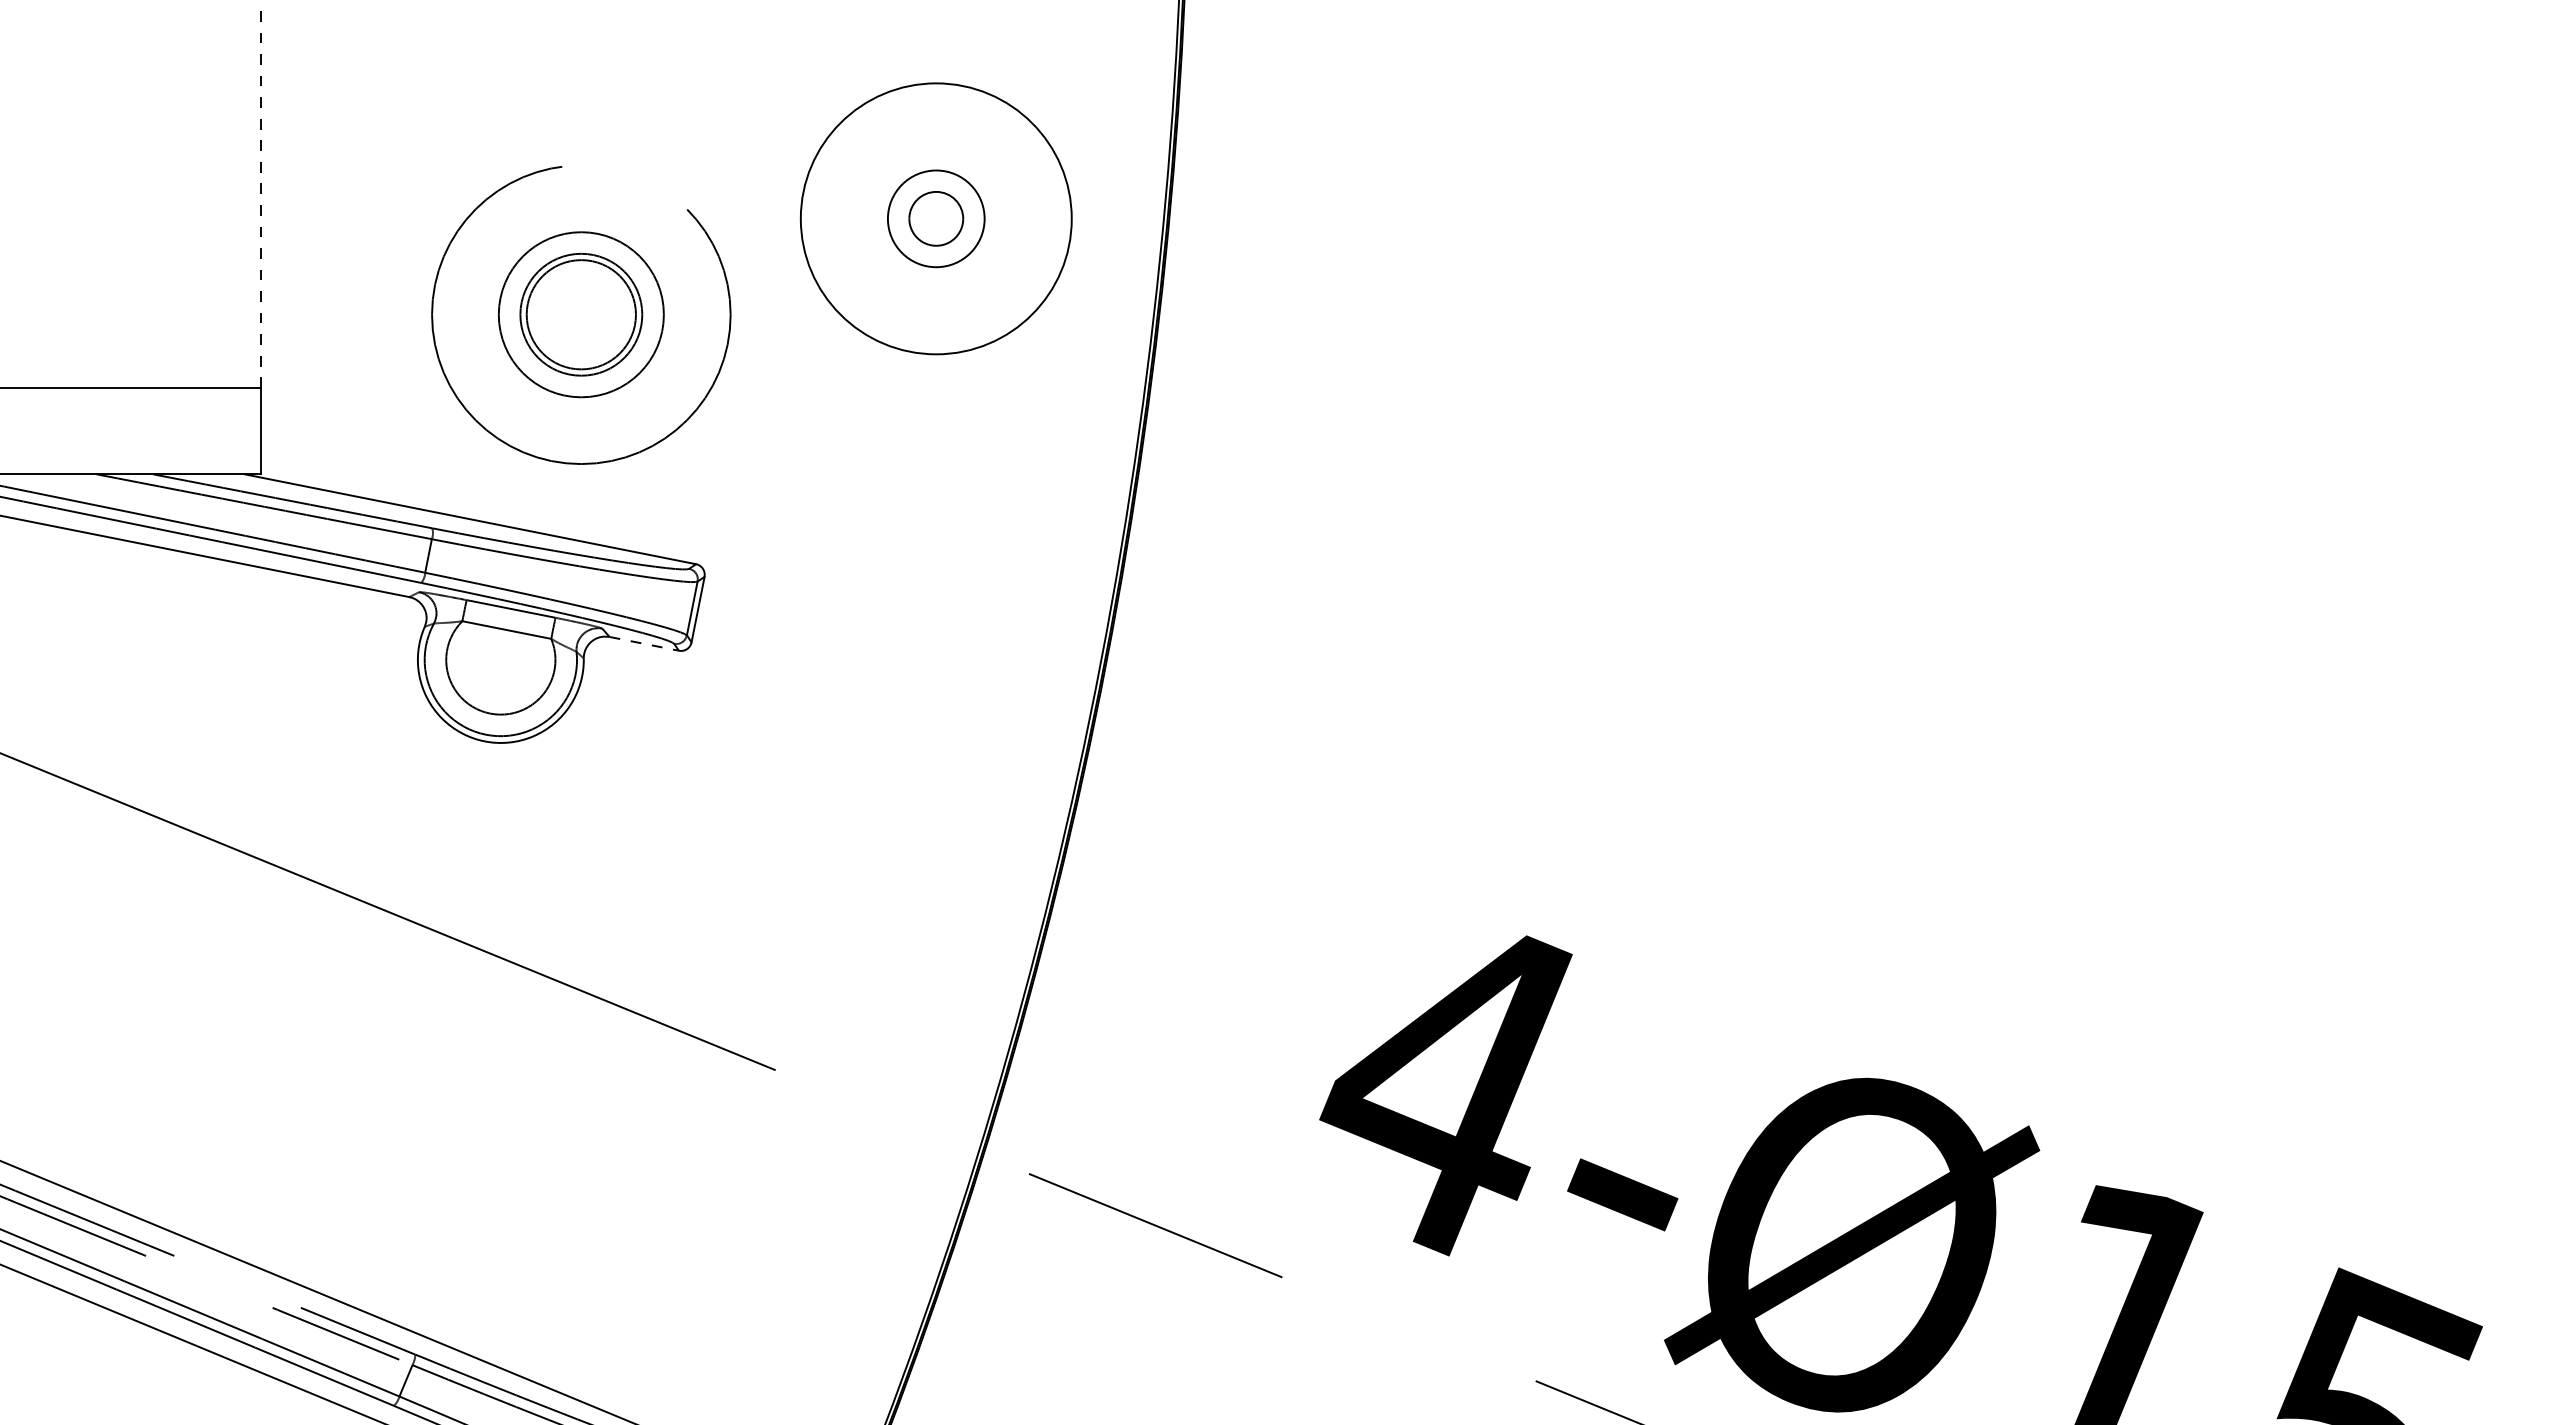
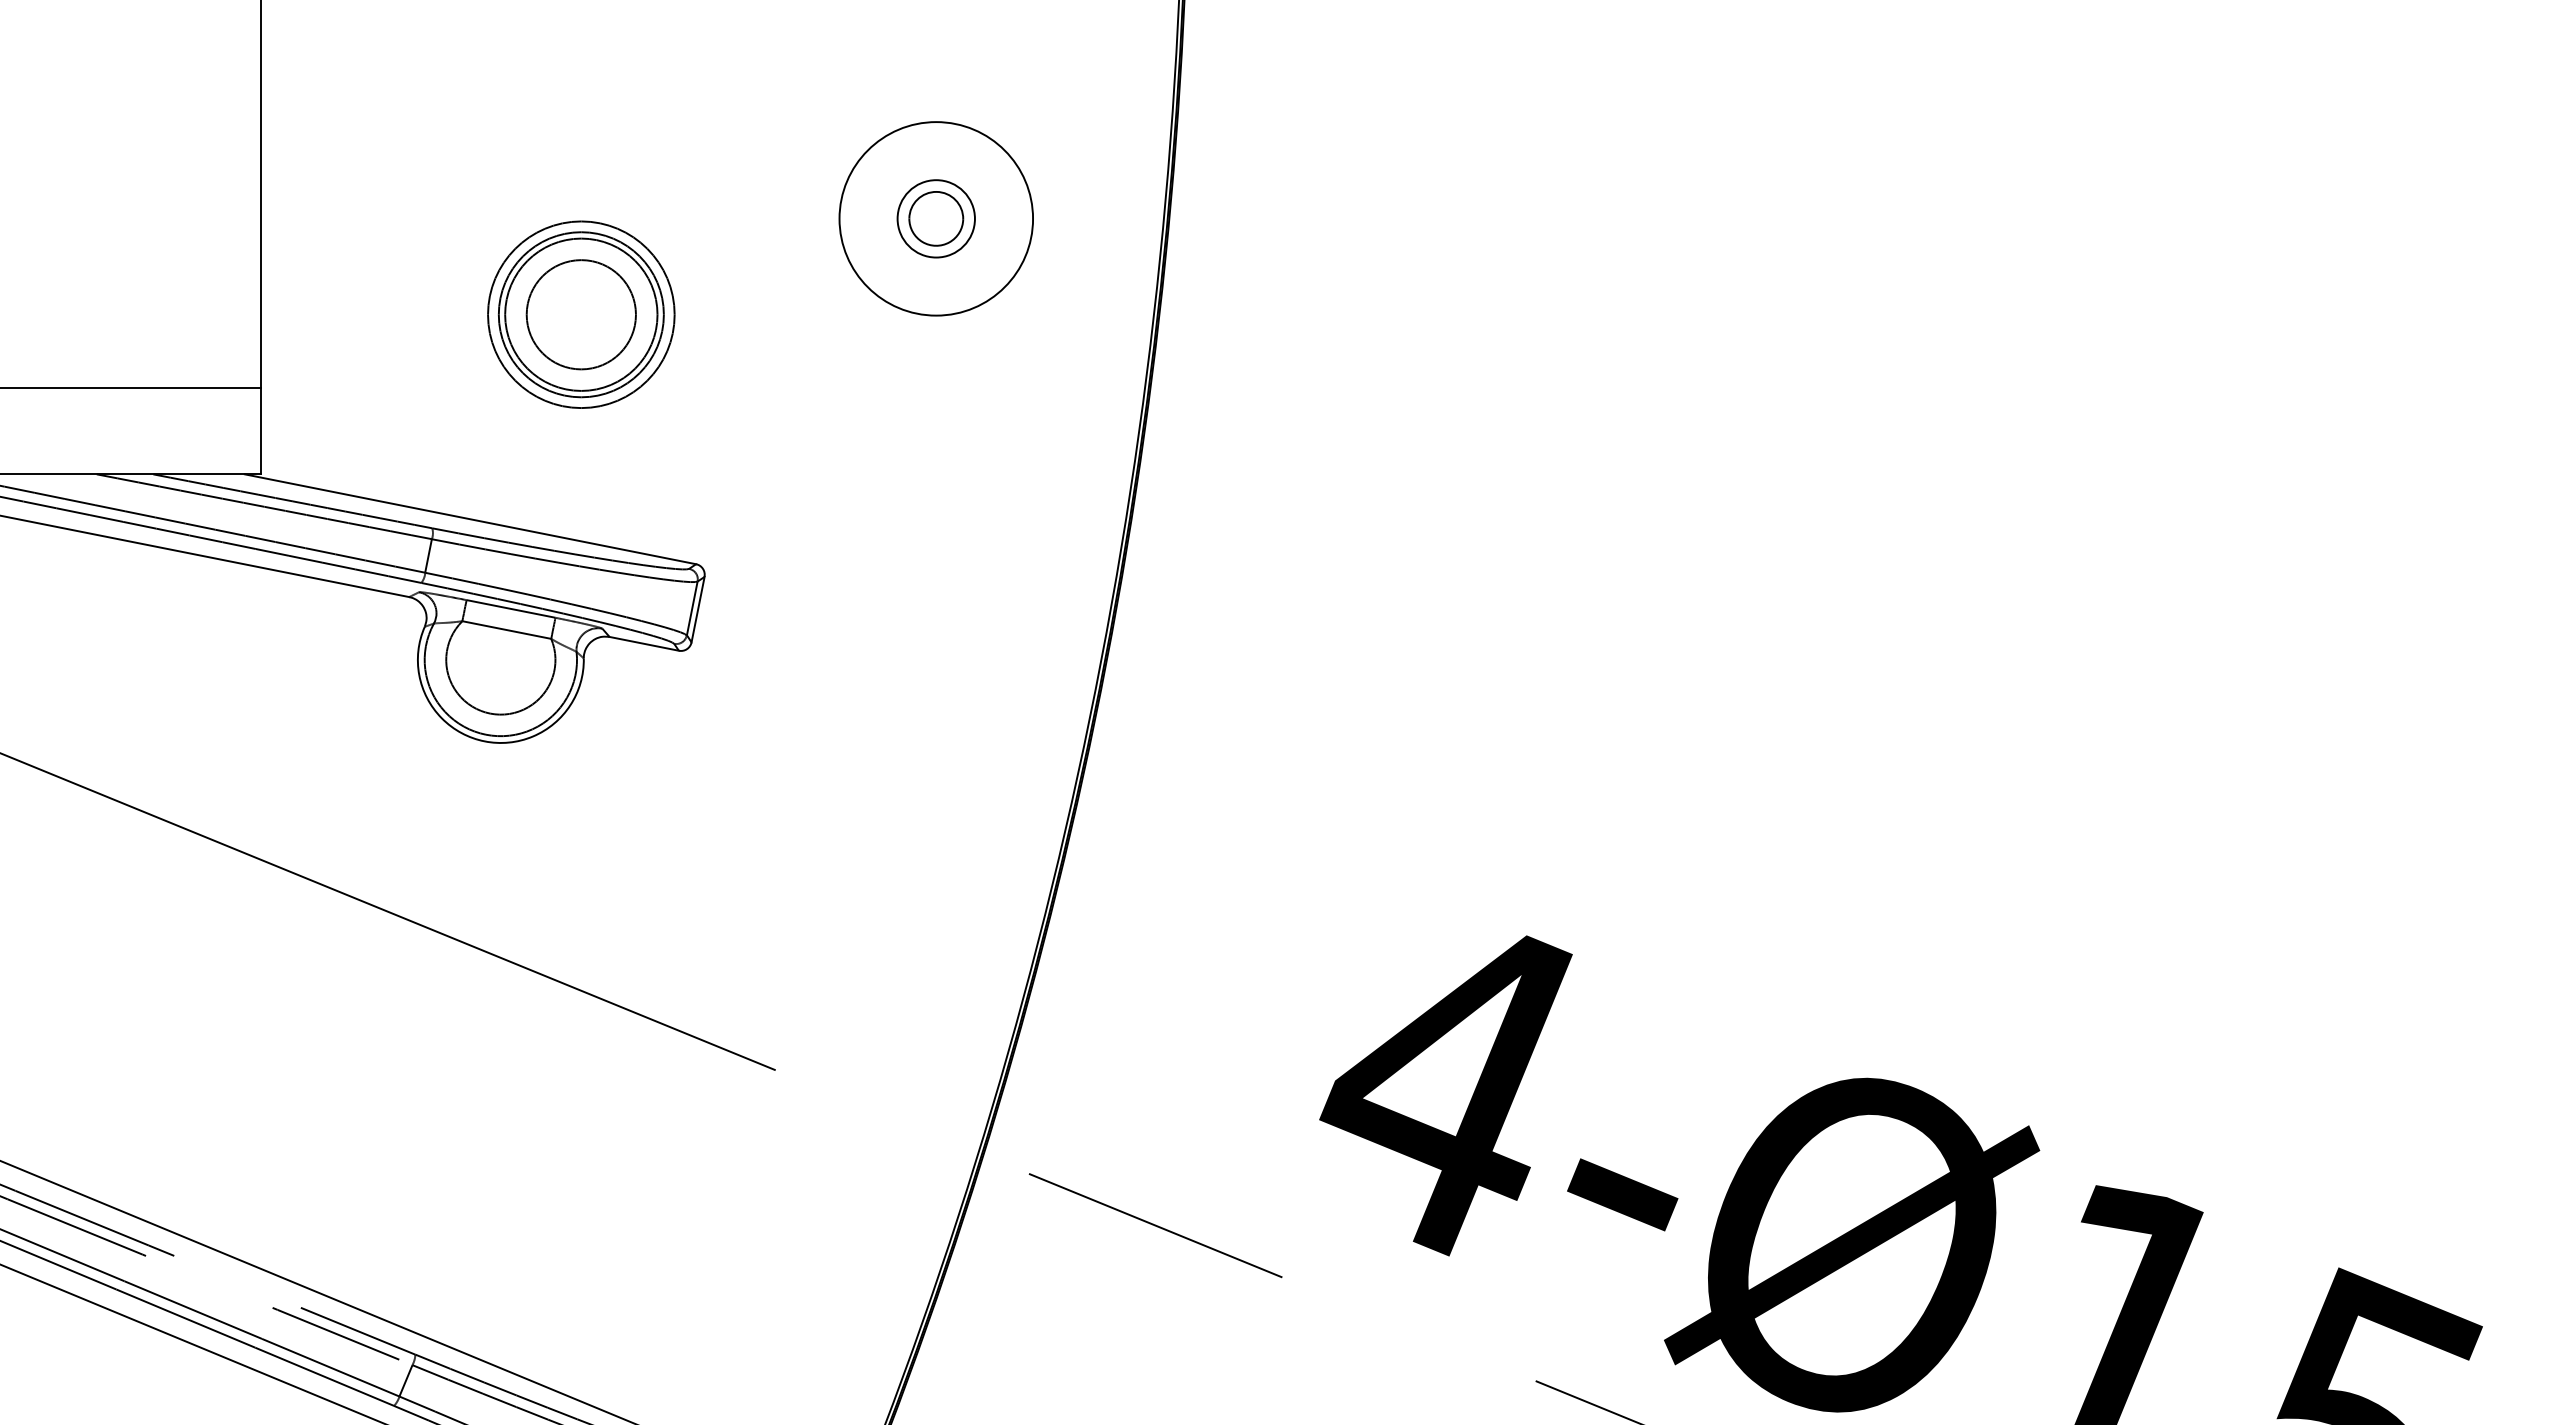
line at (261, 194): dashed -> solid
circle at (935, 218) diameter: 271 px -> 194 px
circle at (935, 218) diameter: 97 px -> 77 px
circle at (581, 314) diameter: 122 px -> 152 px
circle at (581, 314) diameter: 299 px -> 187 px
line at (644, 643): dashed -> solid
